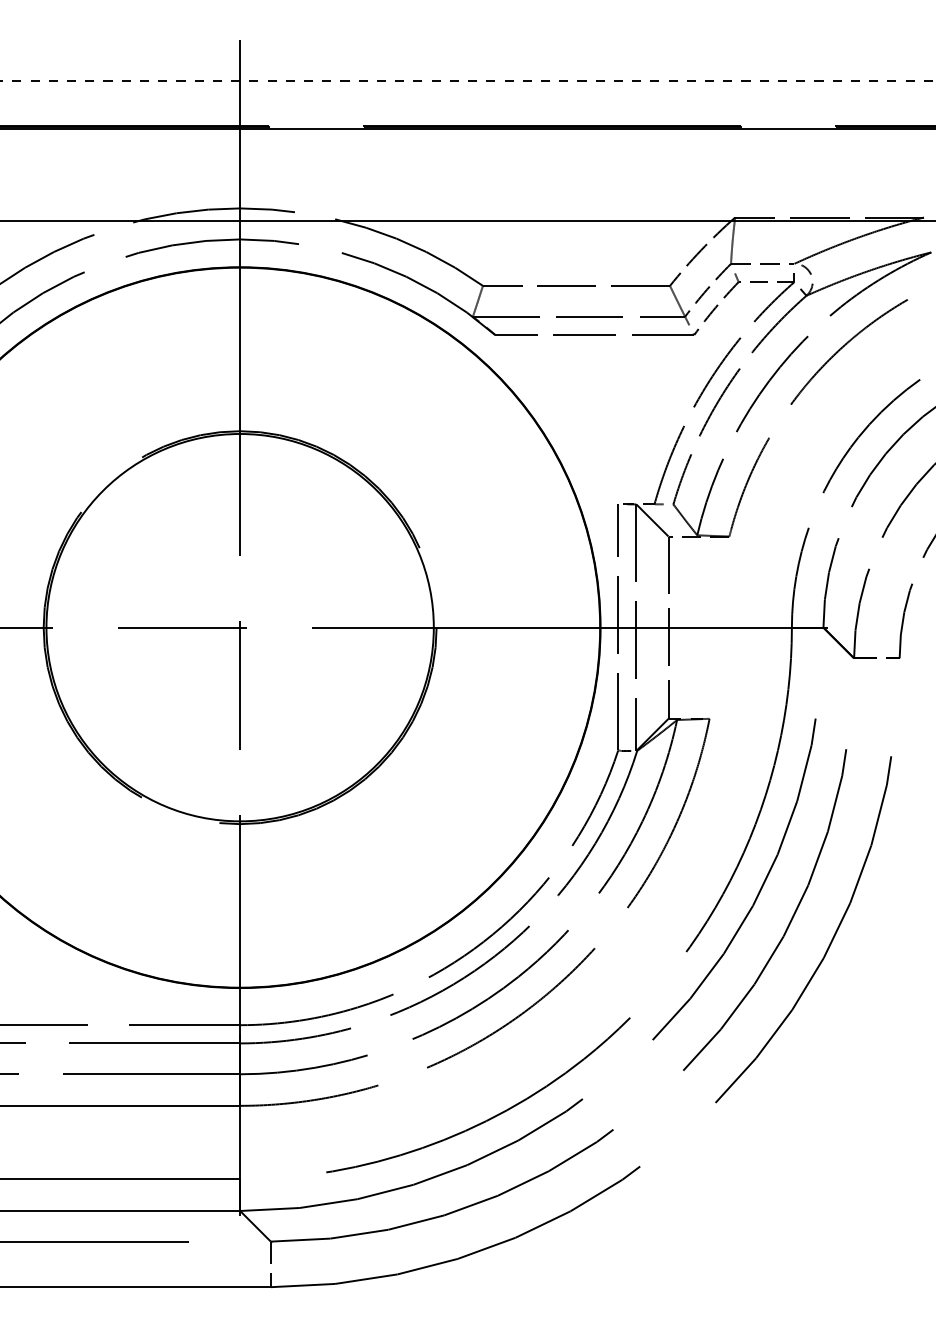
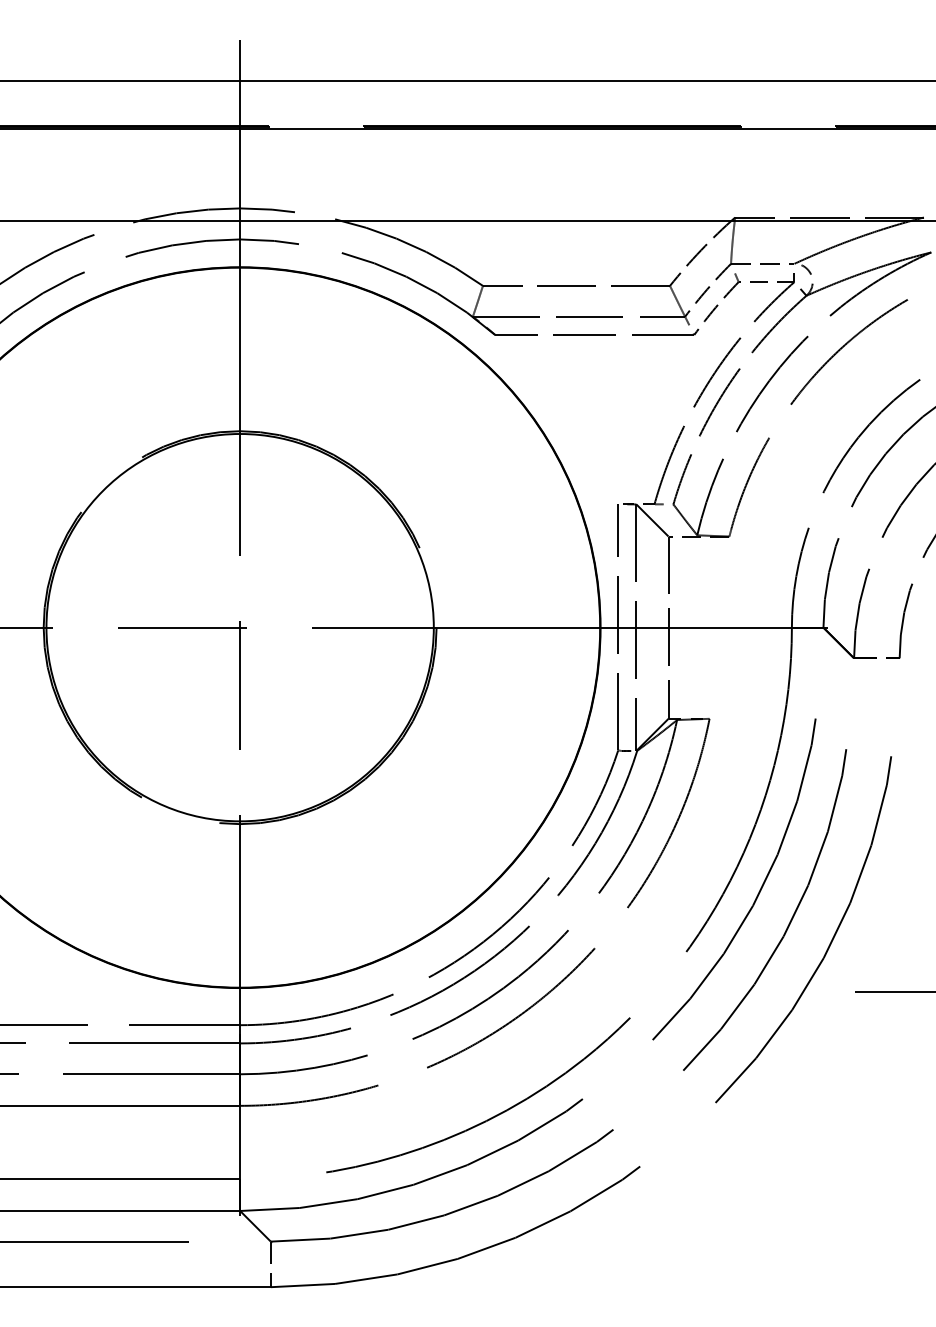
line at (468, 80): dashed -> solid
line at (893, 992): none -> present
